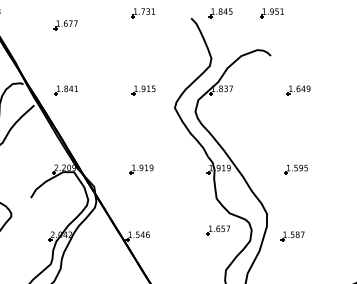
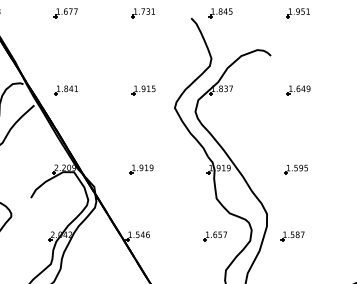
part at (271, 13) position: (271, 13) -> (297, 13)
part at (65, 25) position: (65, 25) -> (65, 13)
part at (217, 230) position: (217, 230) -> (214, 236)
